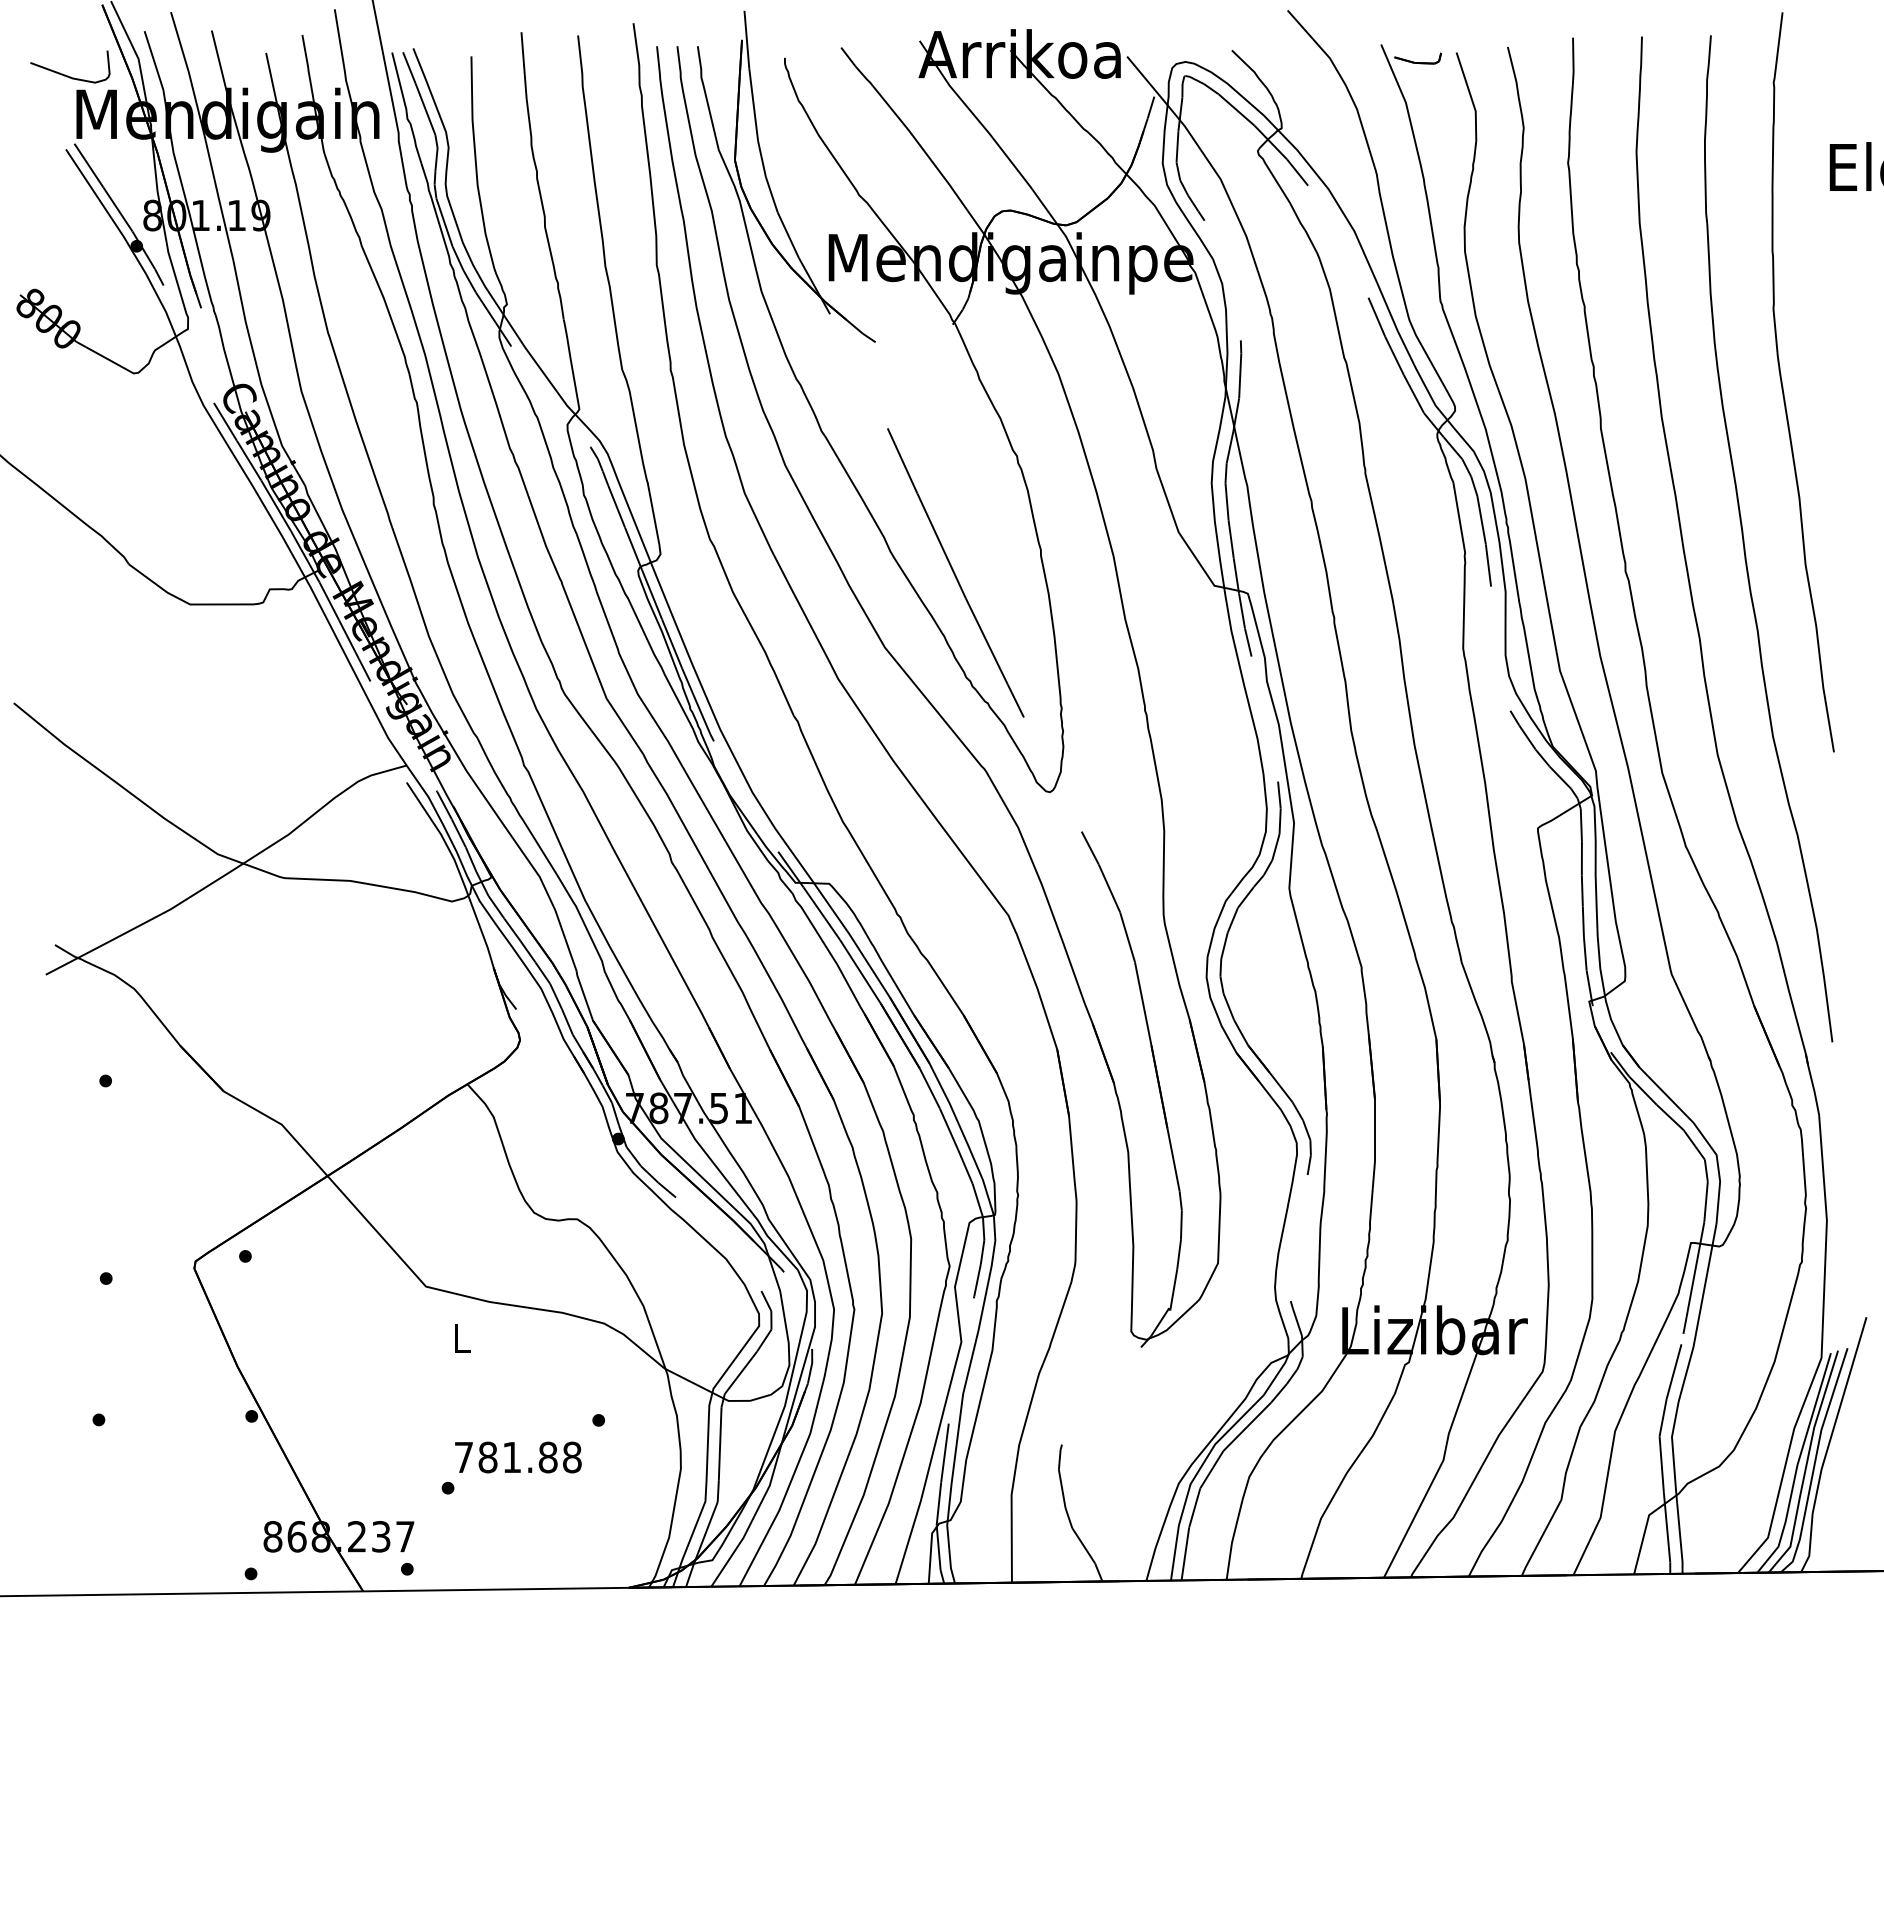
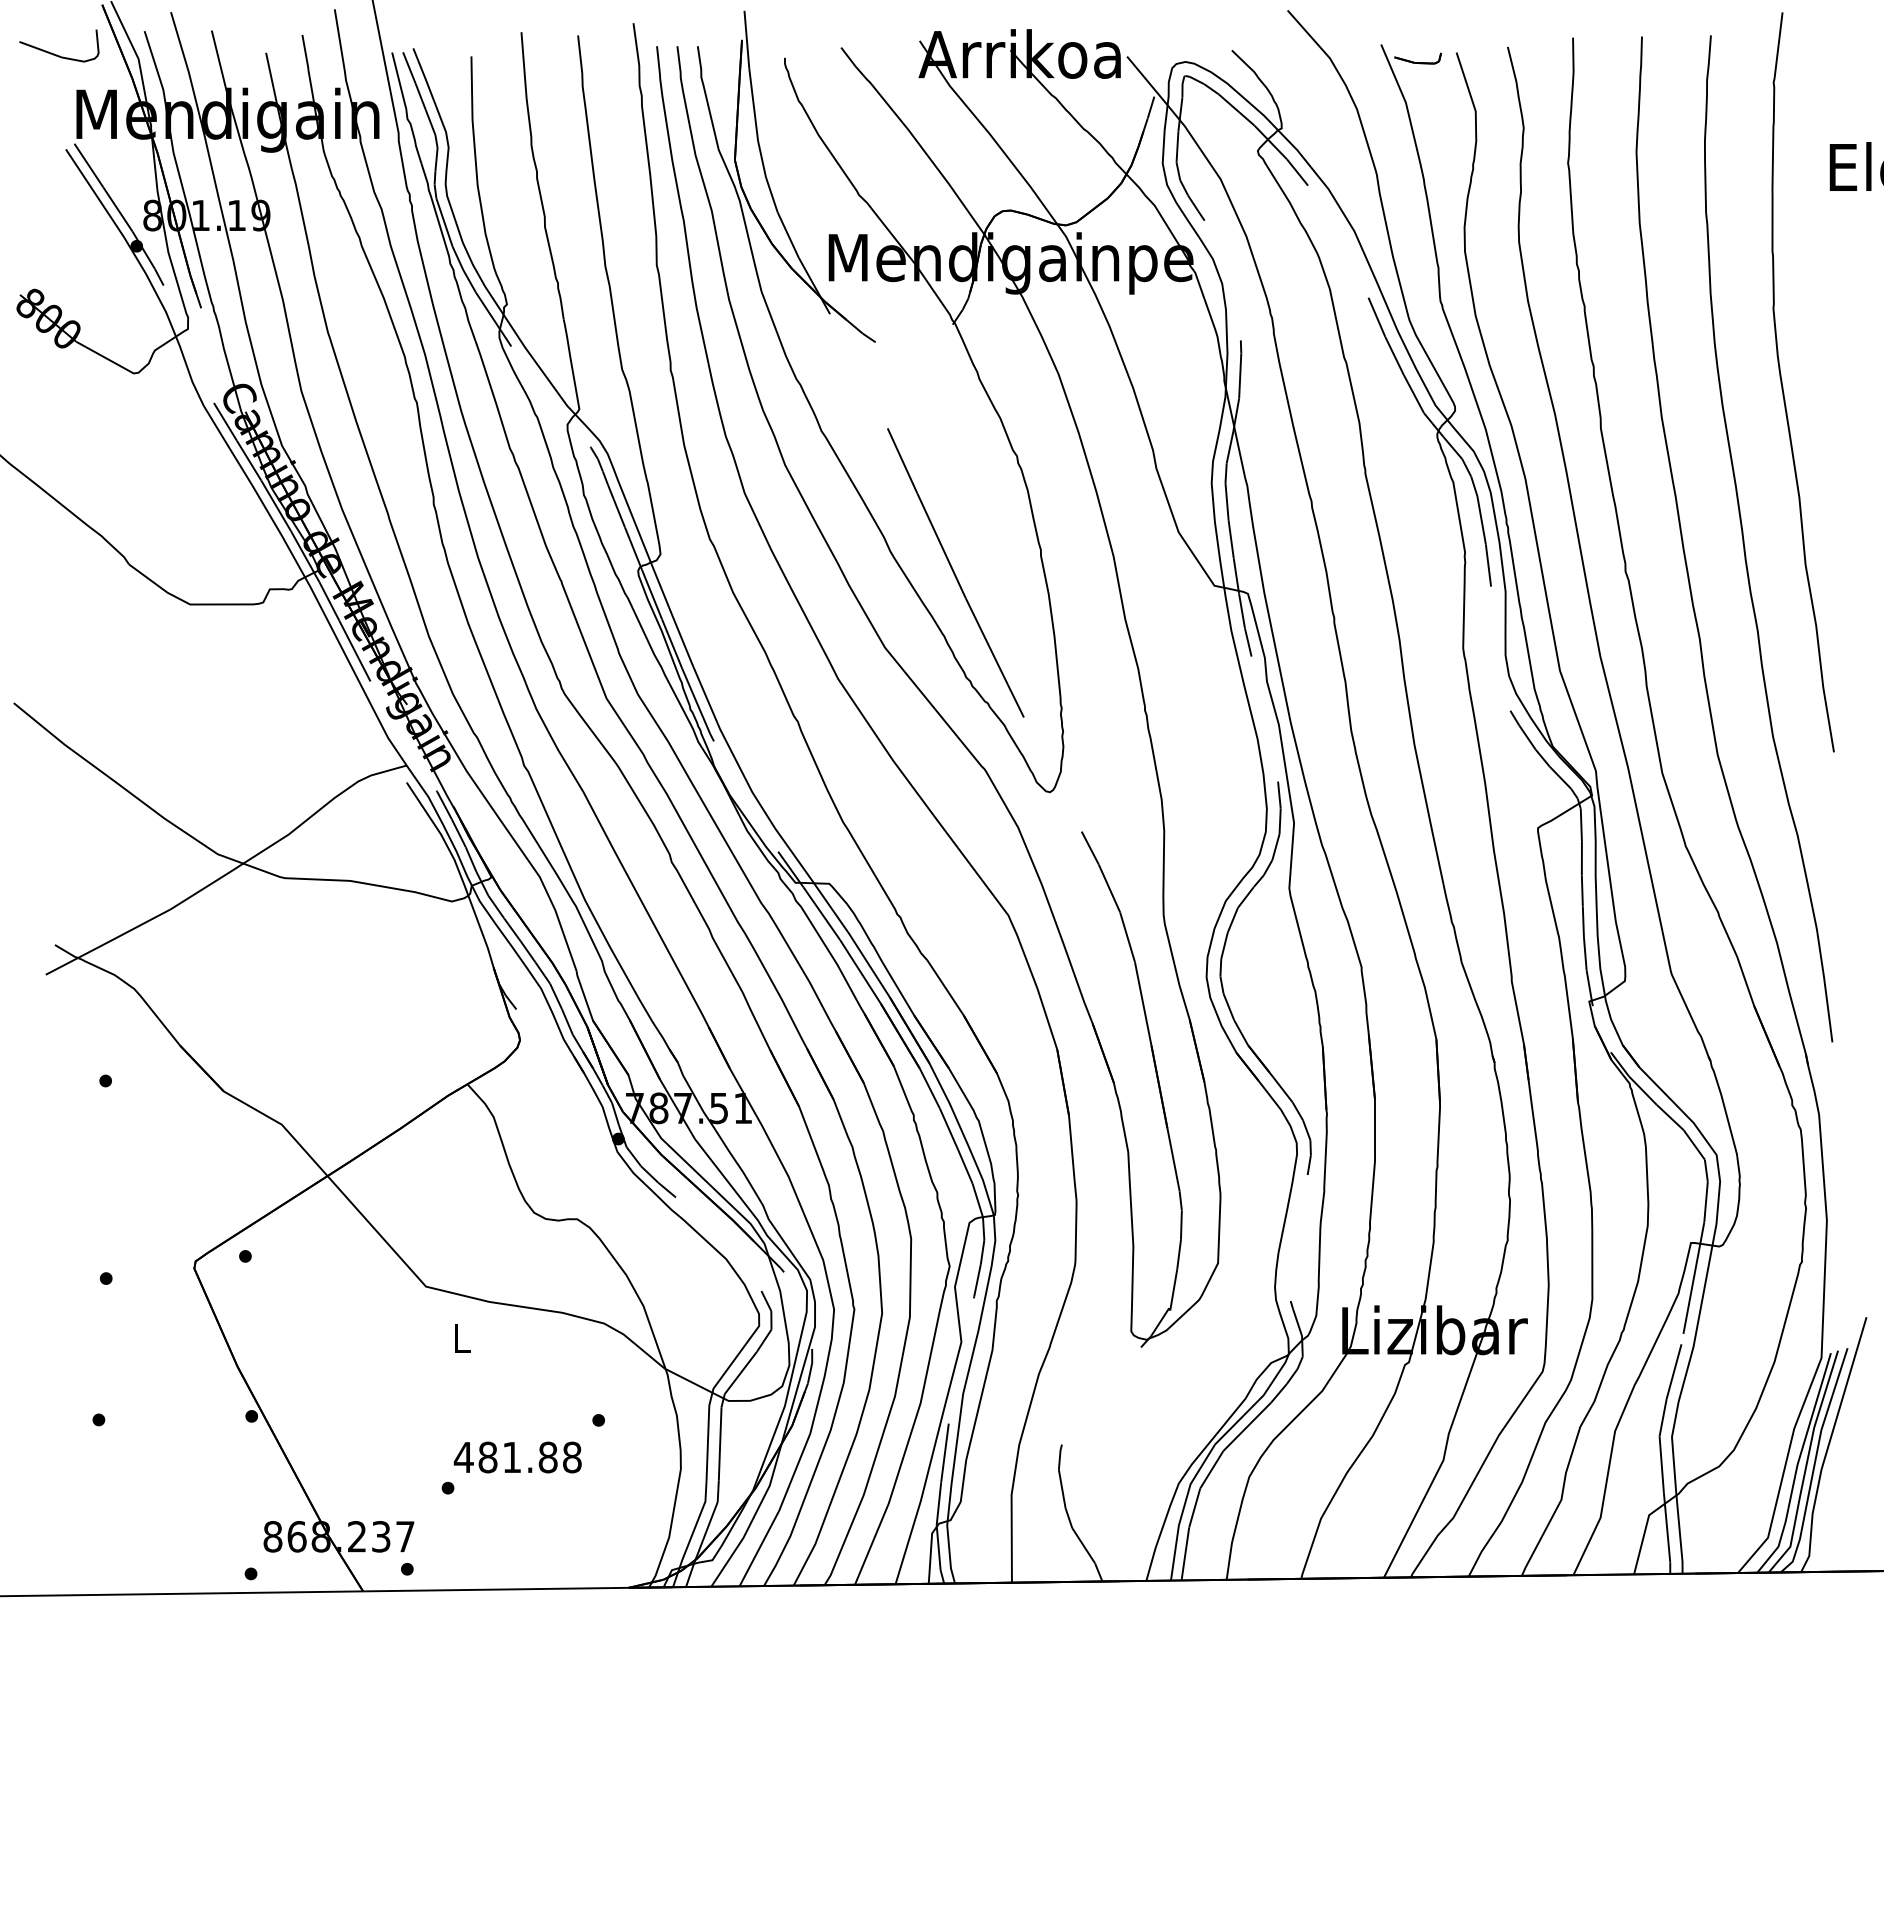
curve at (68, 75) position: (68, 75) -> (57, 54)
text at (463, 1457): 781.88 -> 481.88
